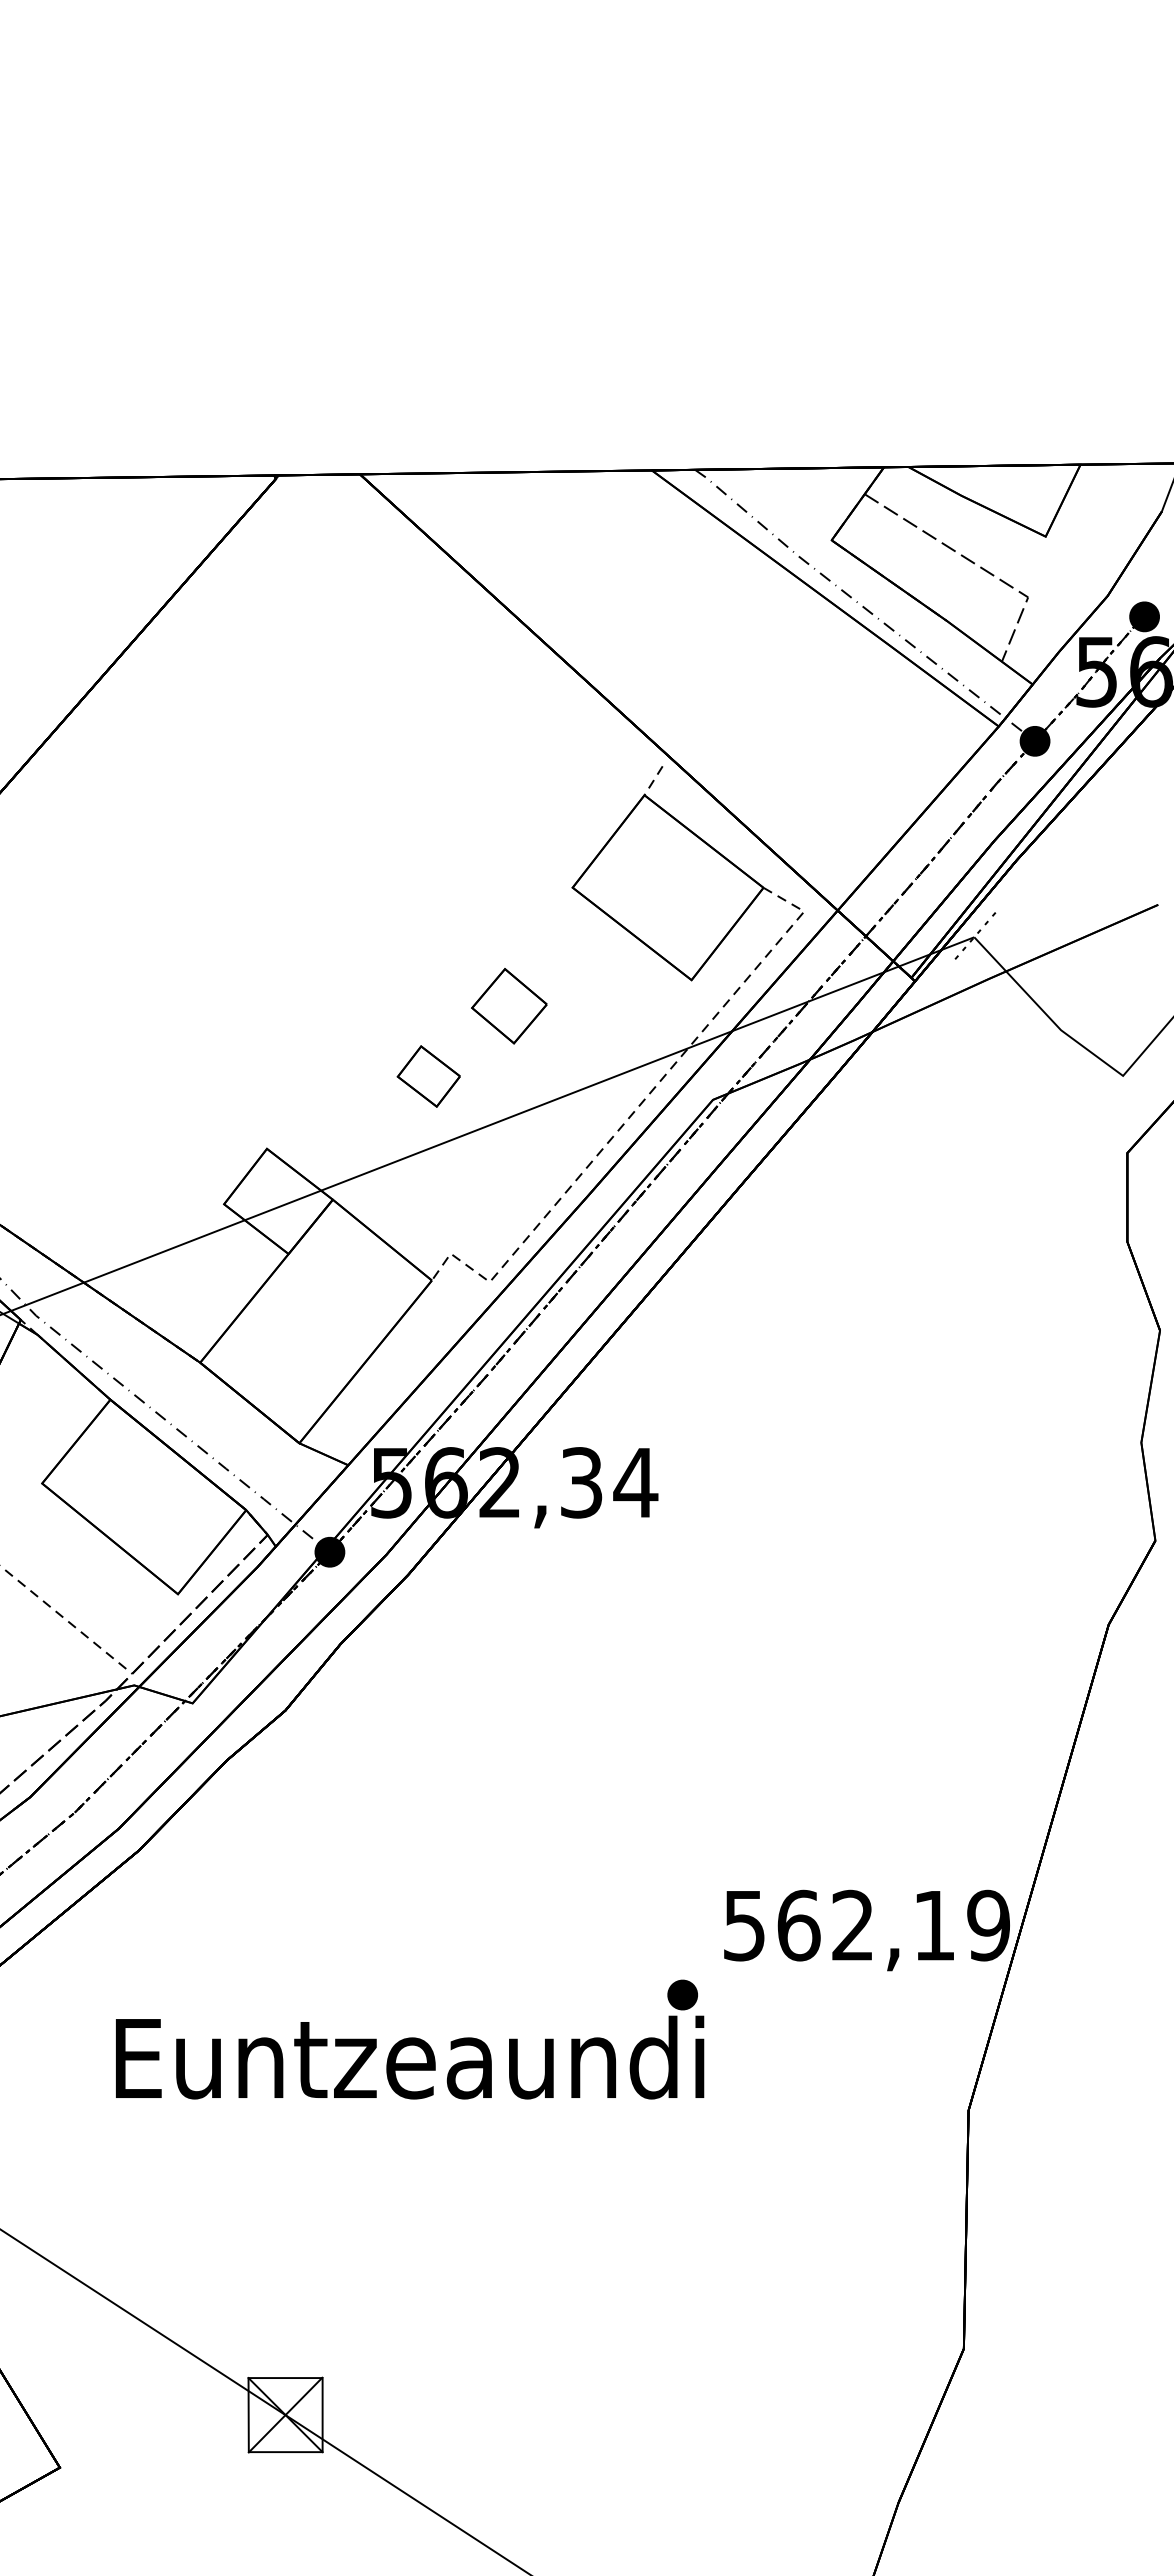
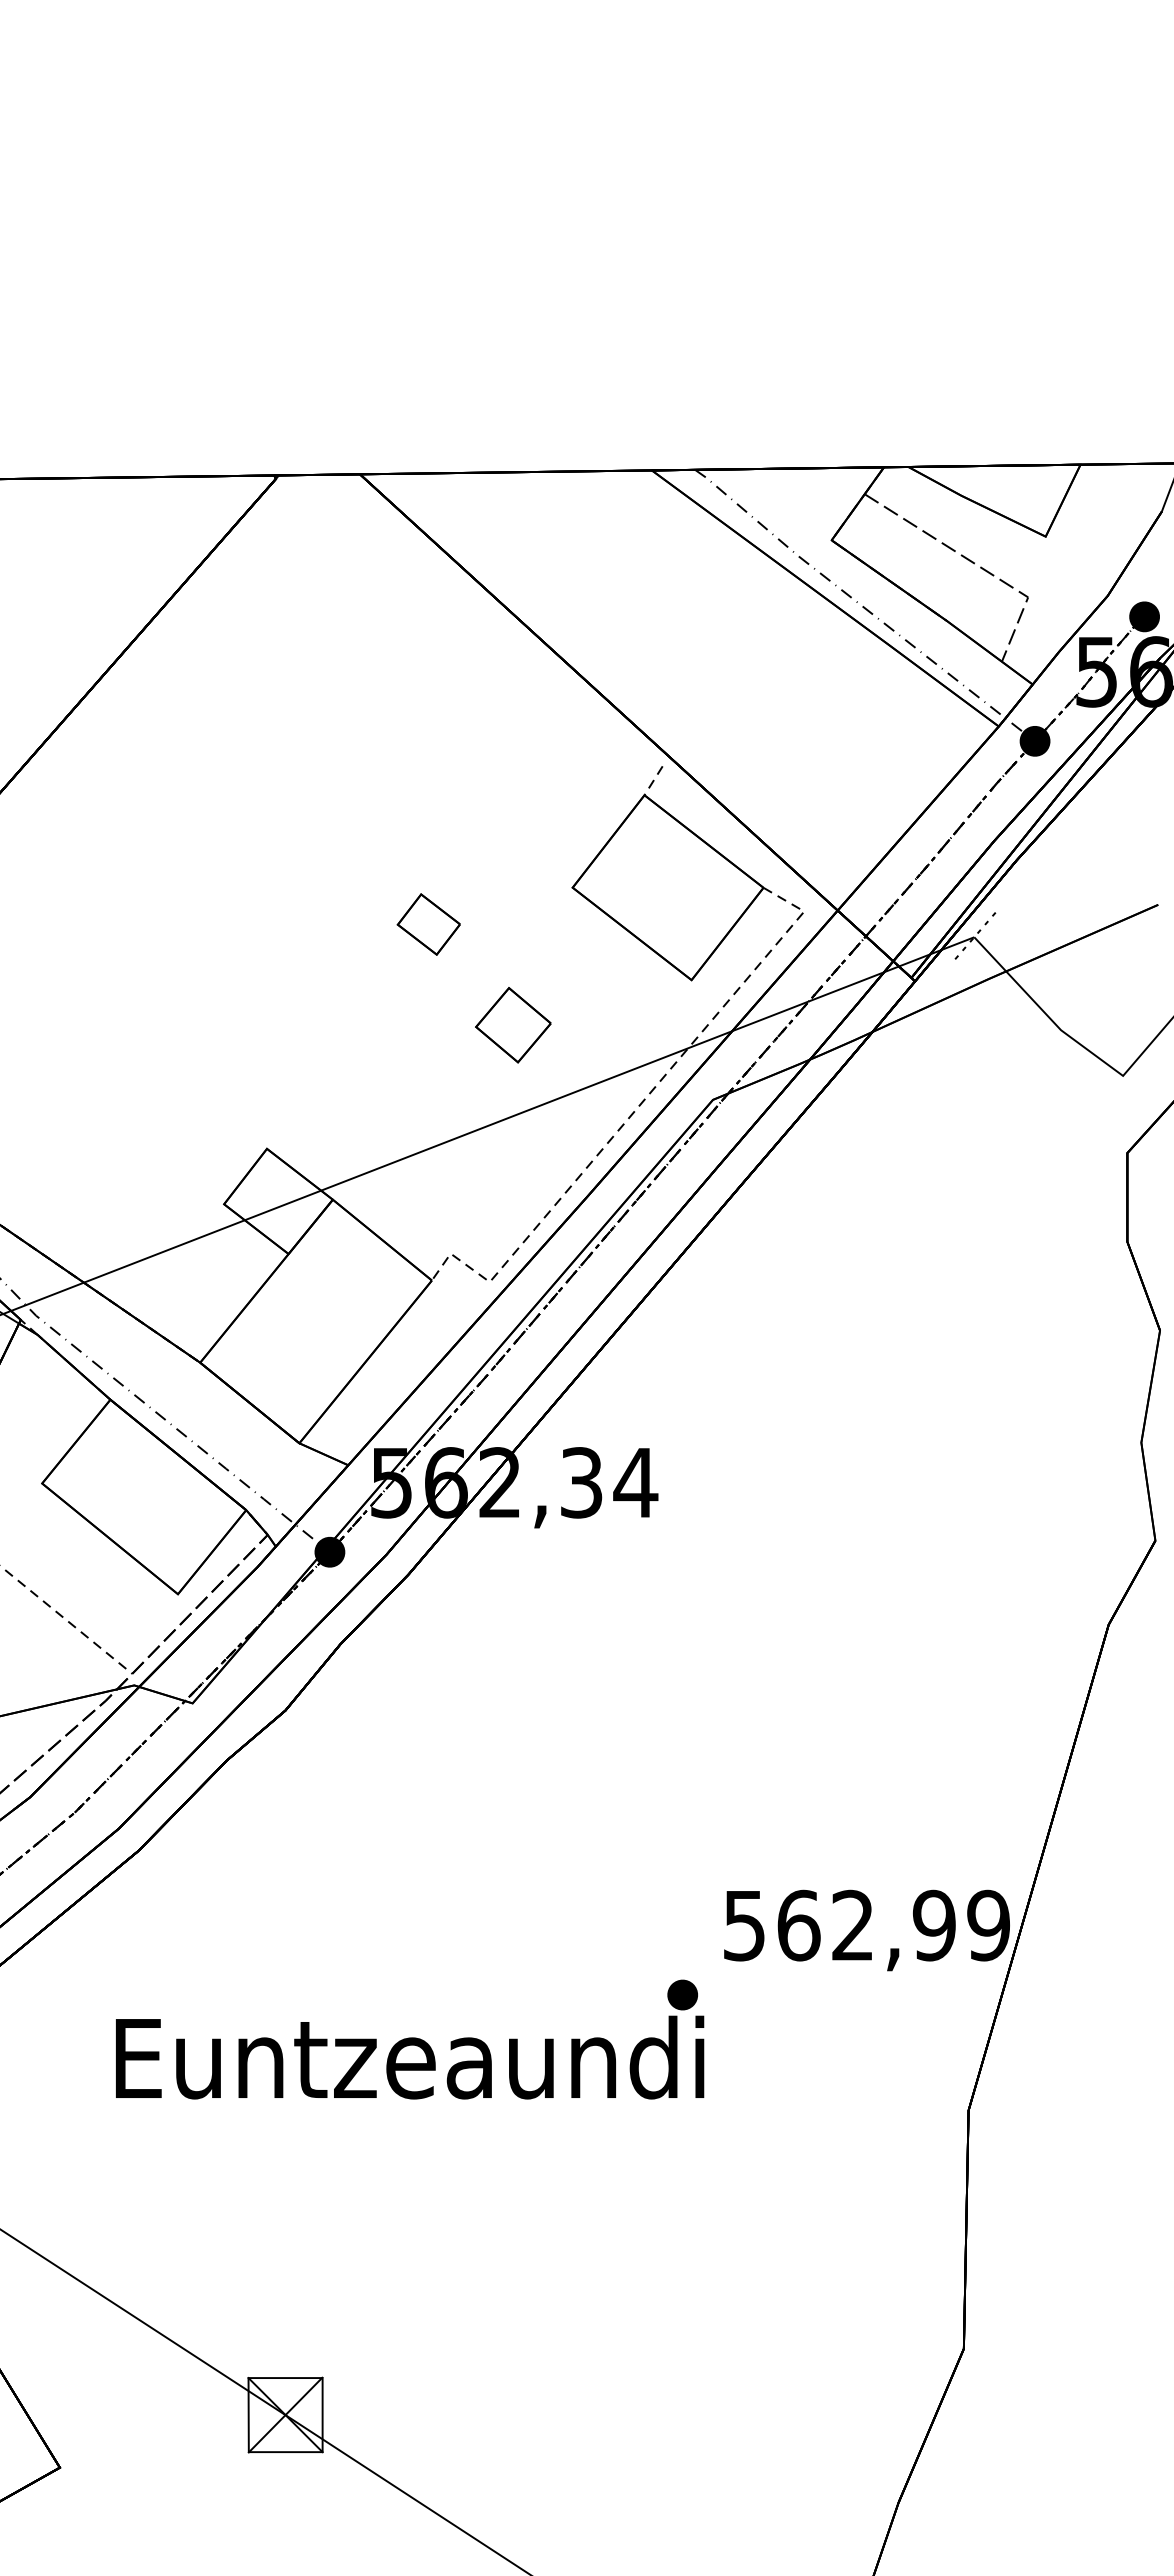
part at (509, 1006) position: (509, 1006) -> (513, 1025)
part at (428, 1076) position: (428, 1076) -> (428, 924)
text at (933, 1925): 562,19 -> 562,99
